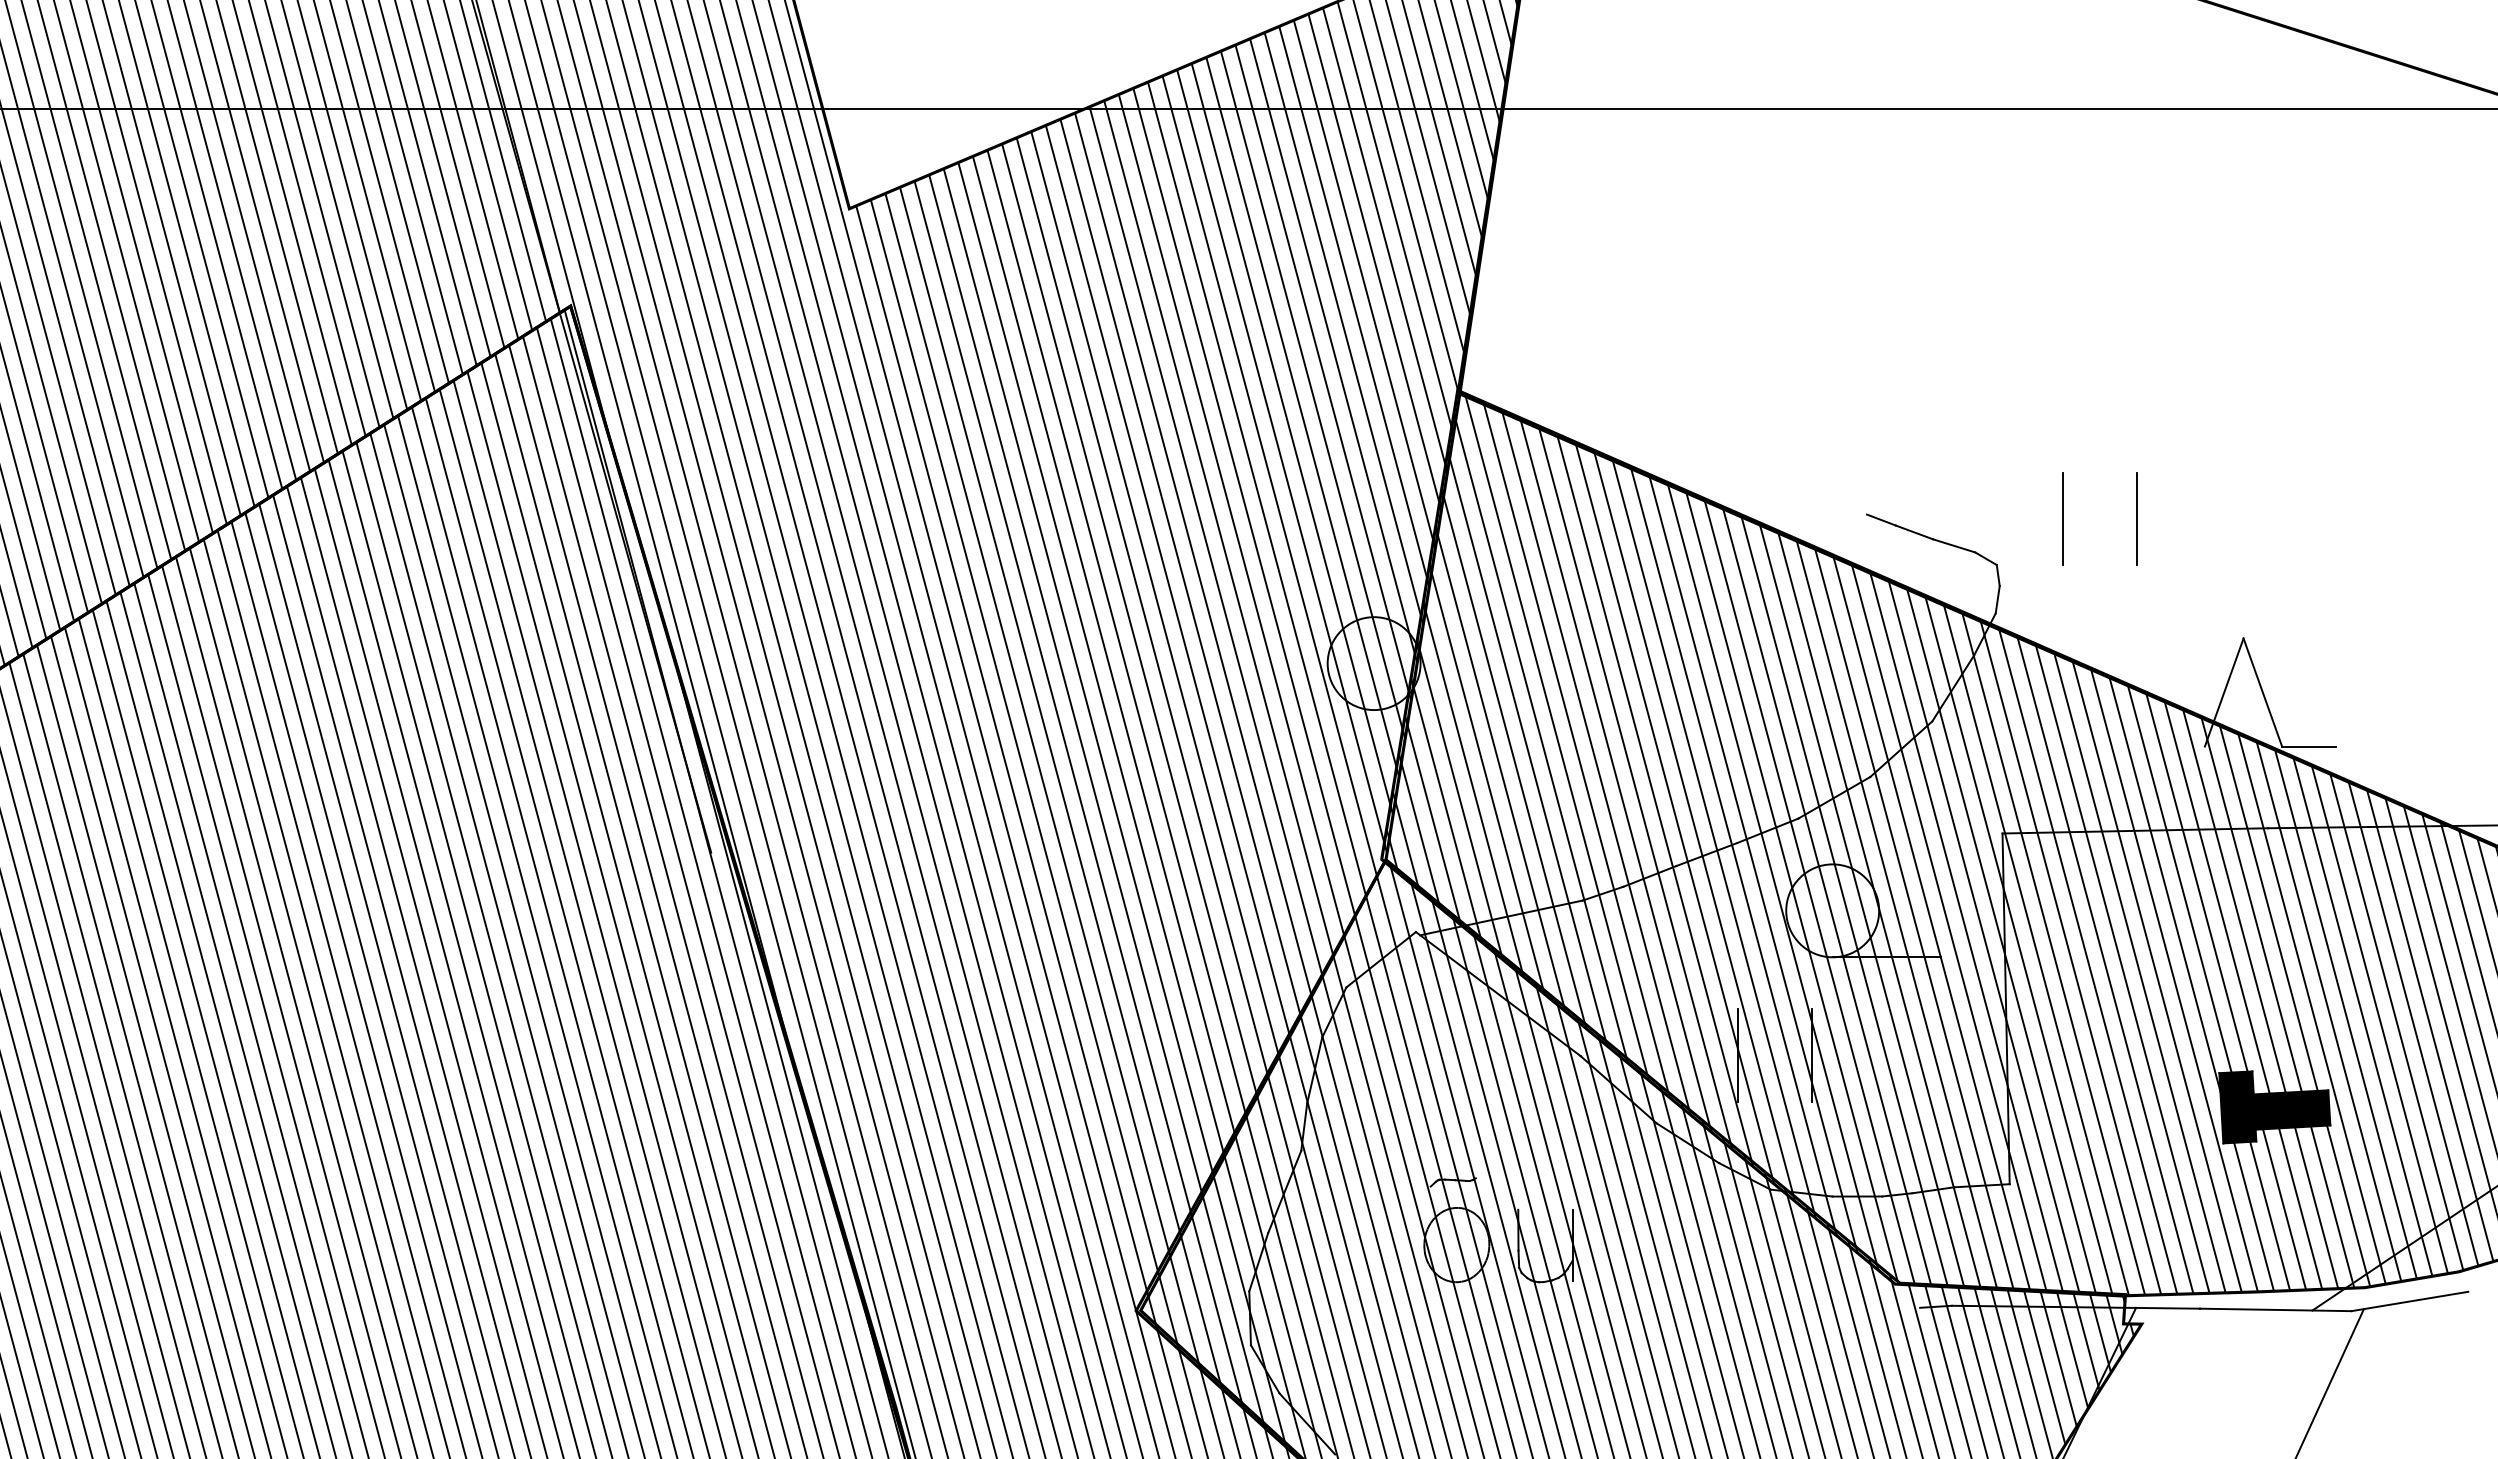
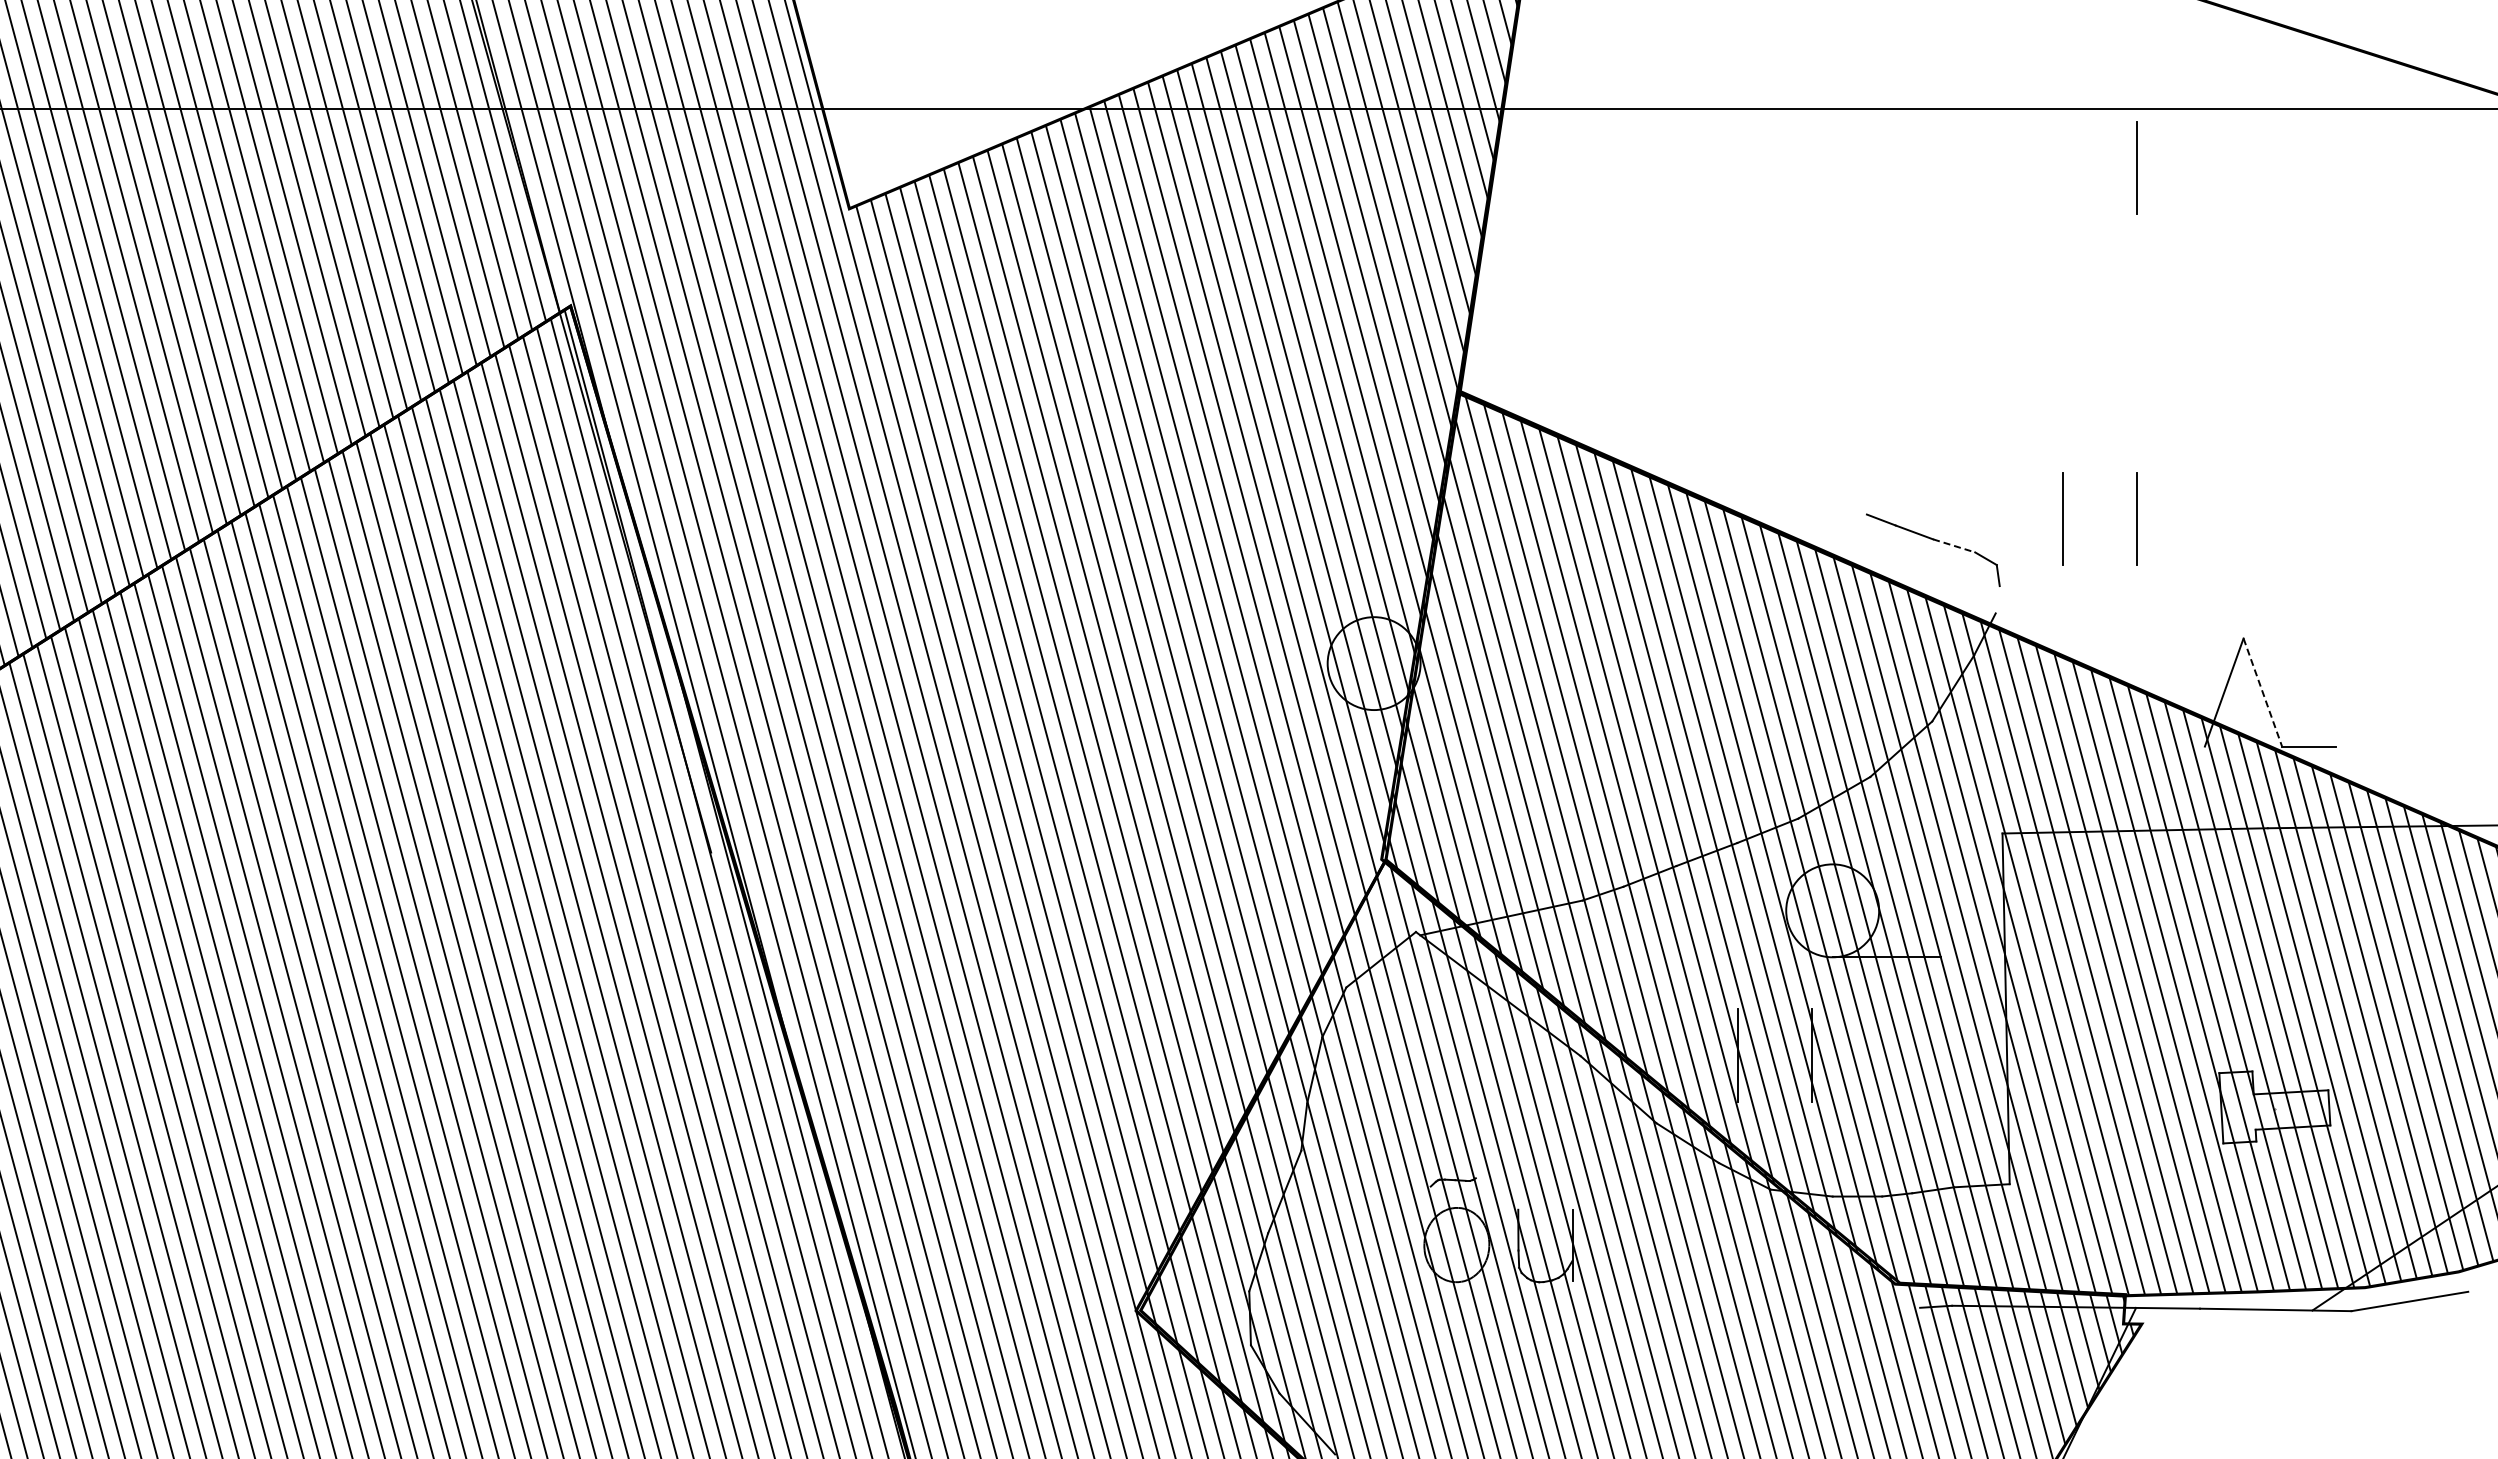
line at (2136, 167): none -> present
line at (1954, 546): solid -> dashed
line at (1997, 599): present -> none
line at (2263, 693): solid -> dashed
fill at (2274, 1107): present -> none
line at (2330, 1382): present -> none
